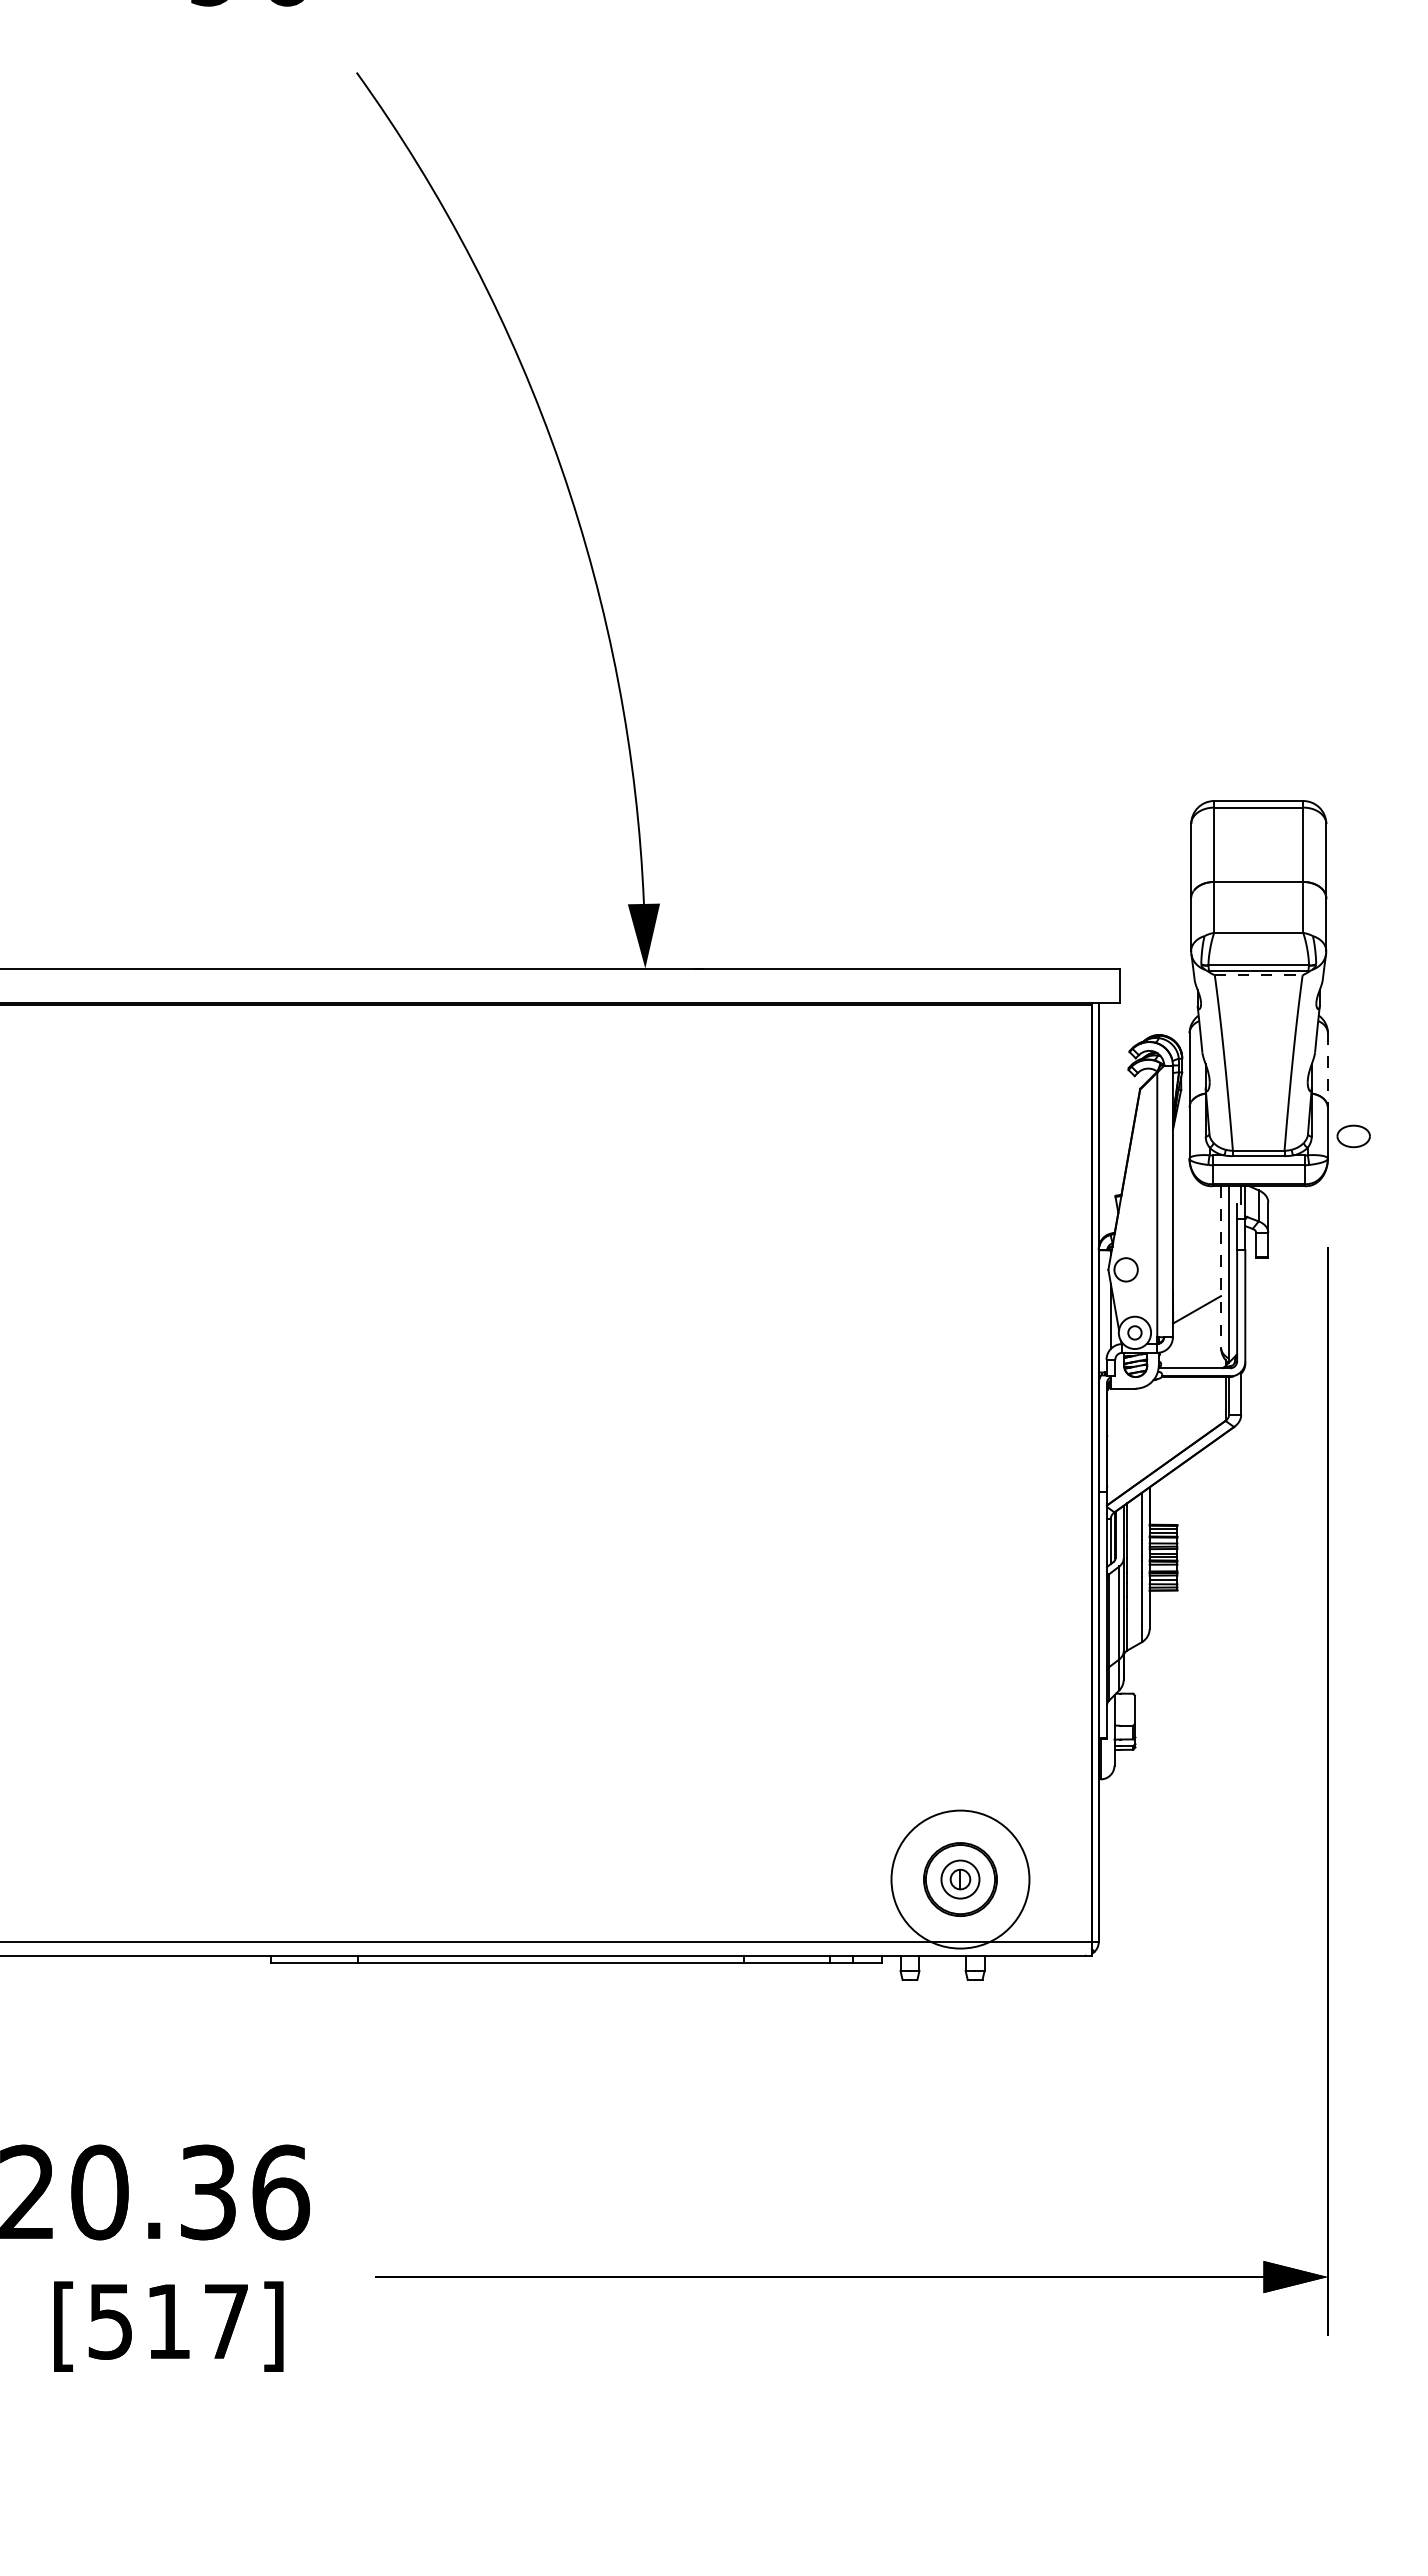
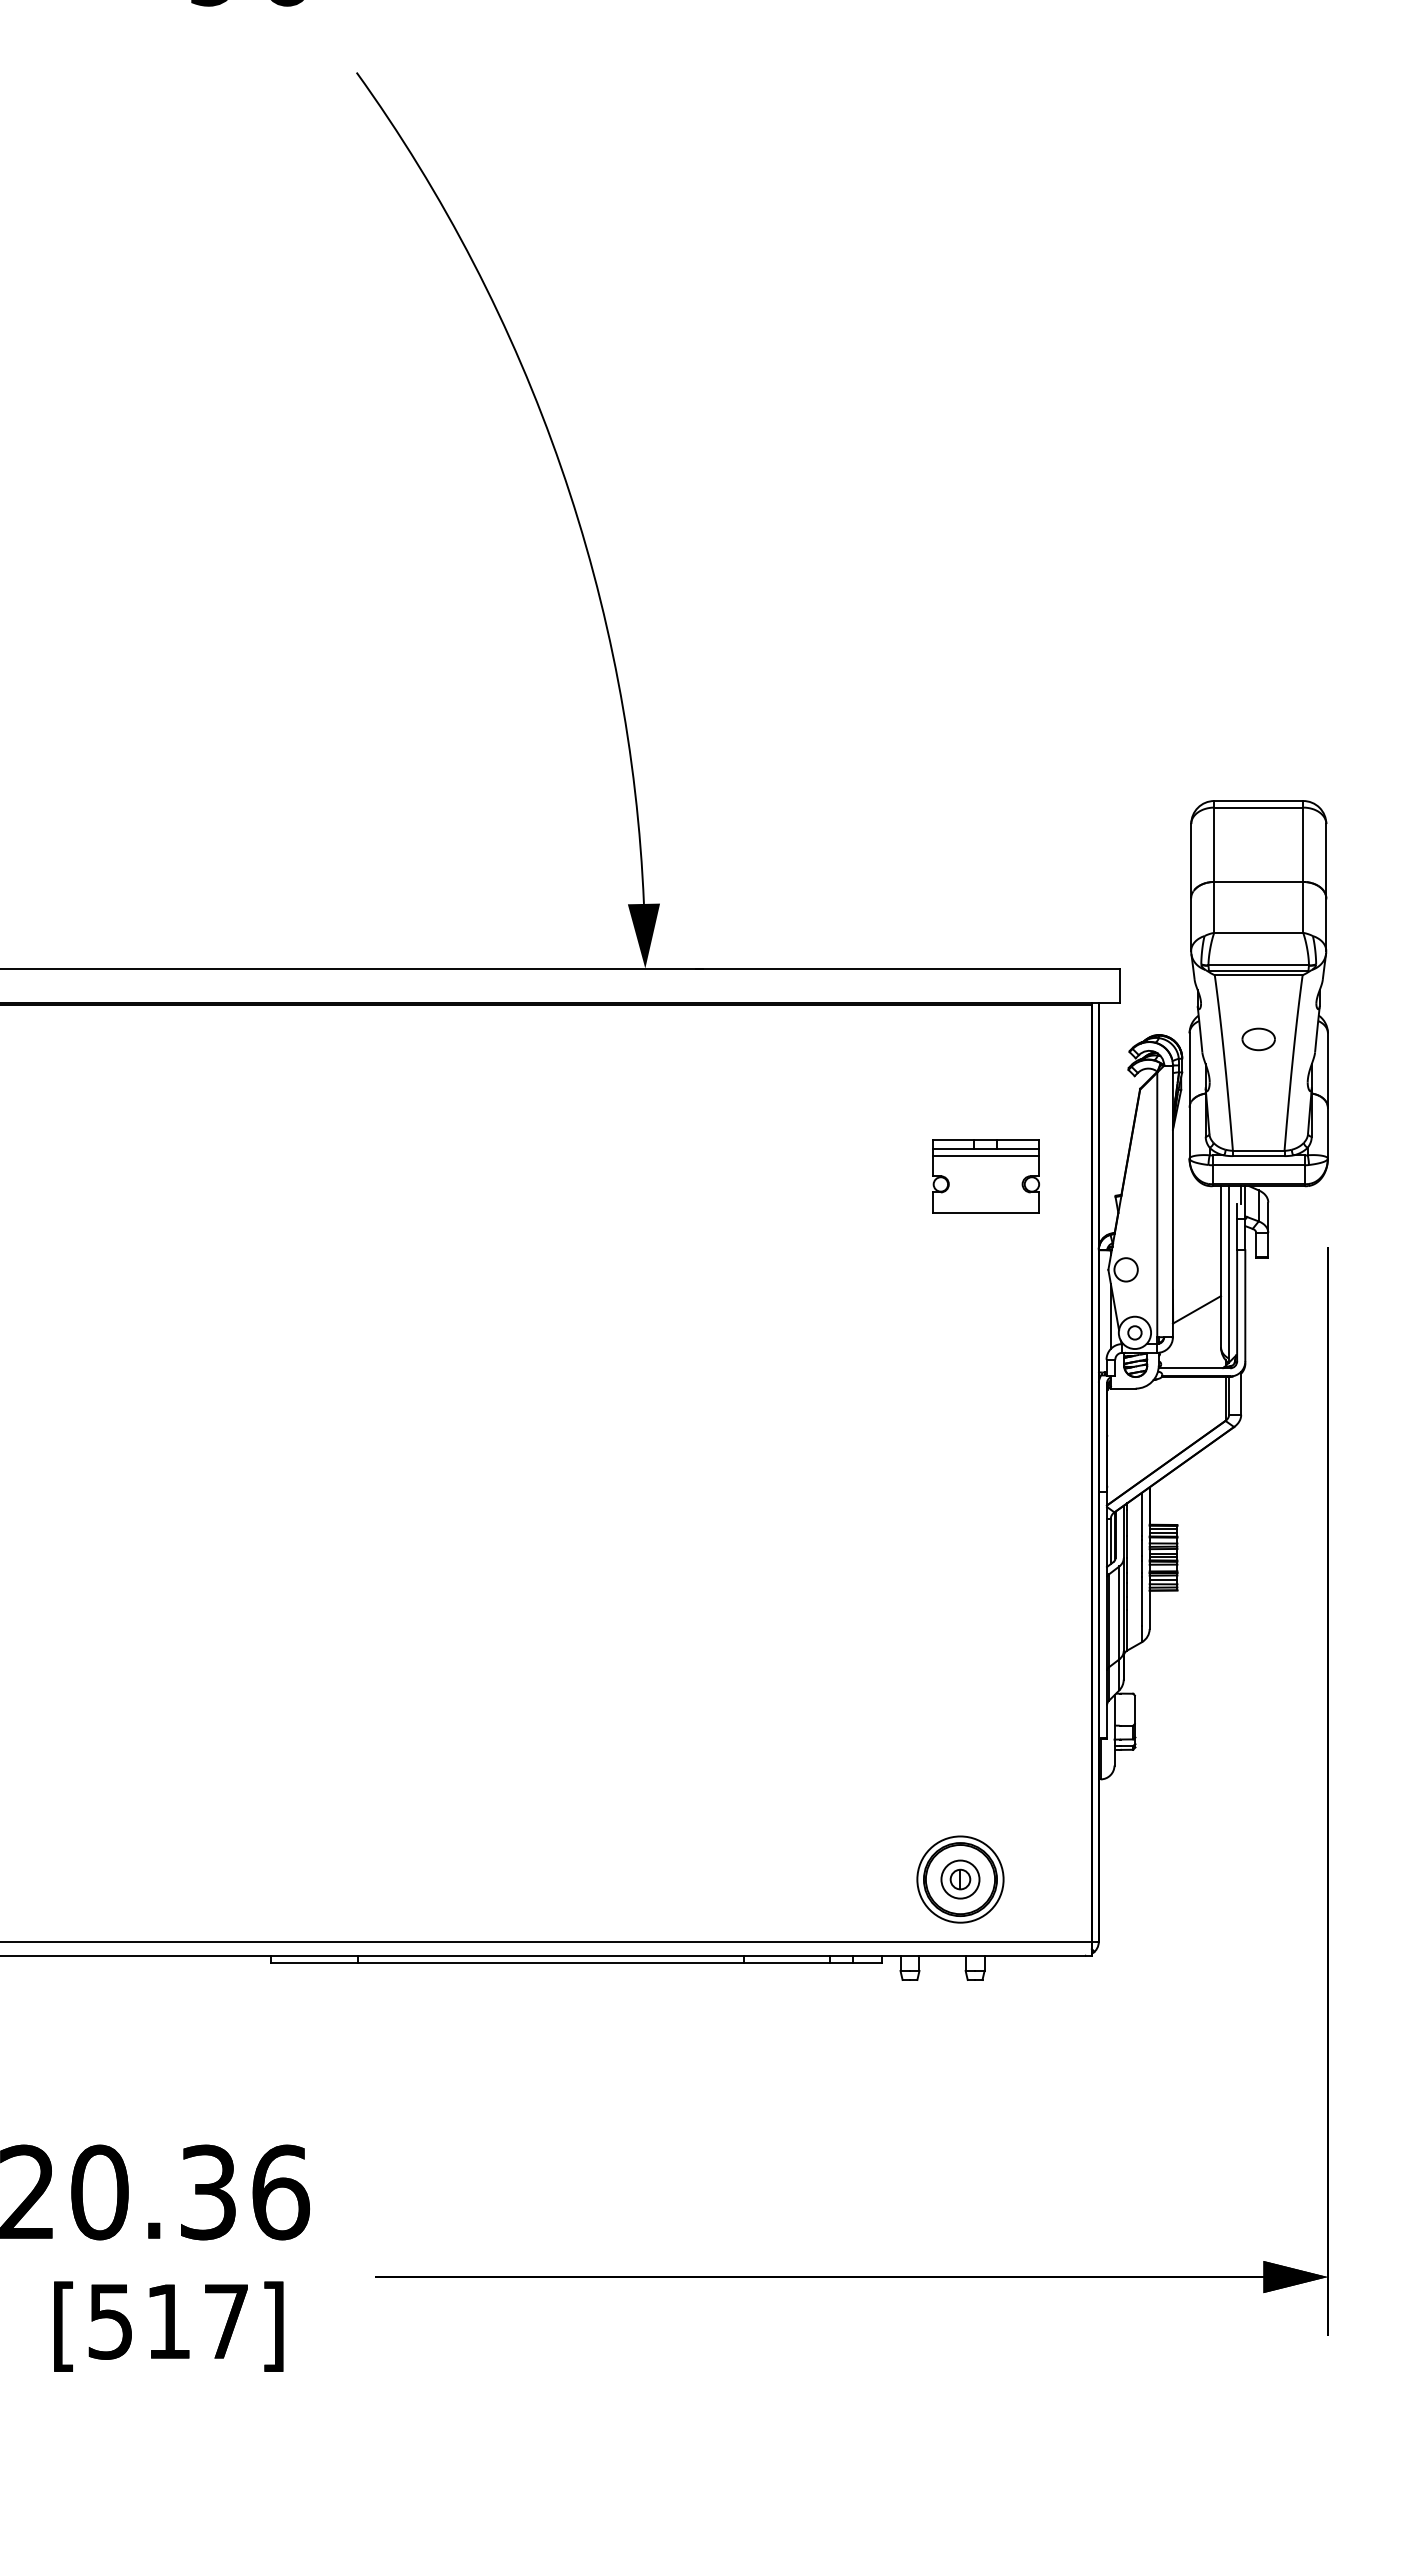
line at (1258, 975): dashed -> solid
line at (1327, 1070): dashed -> solid
part at (1353, 1136) position: (1353, 1136) -> (1258, 1039)
part at (985, 1176): none -> present
line at (1221, 1266): dashed -> solid
circle at (960, 1879) diameter: 138 px -> 86 px
